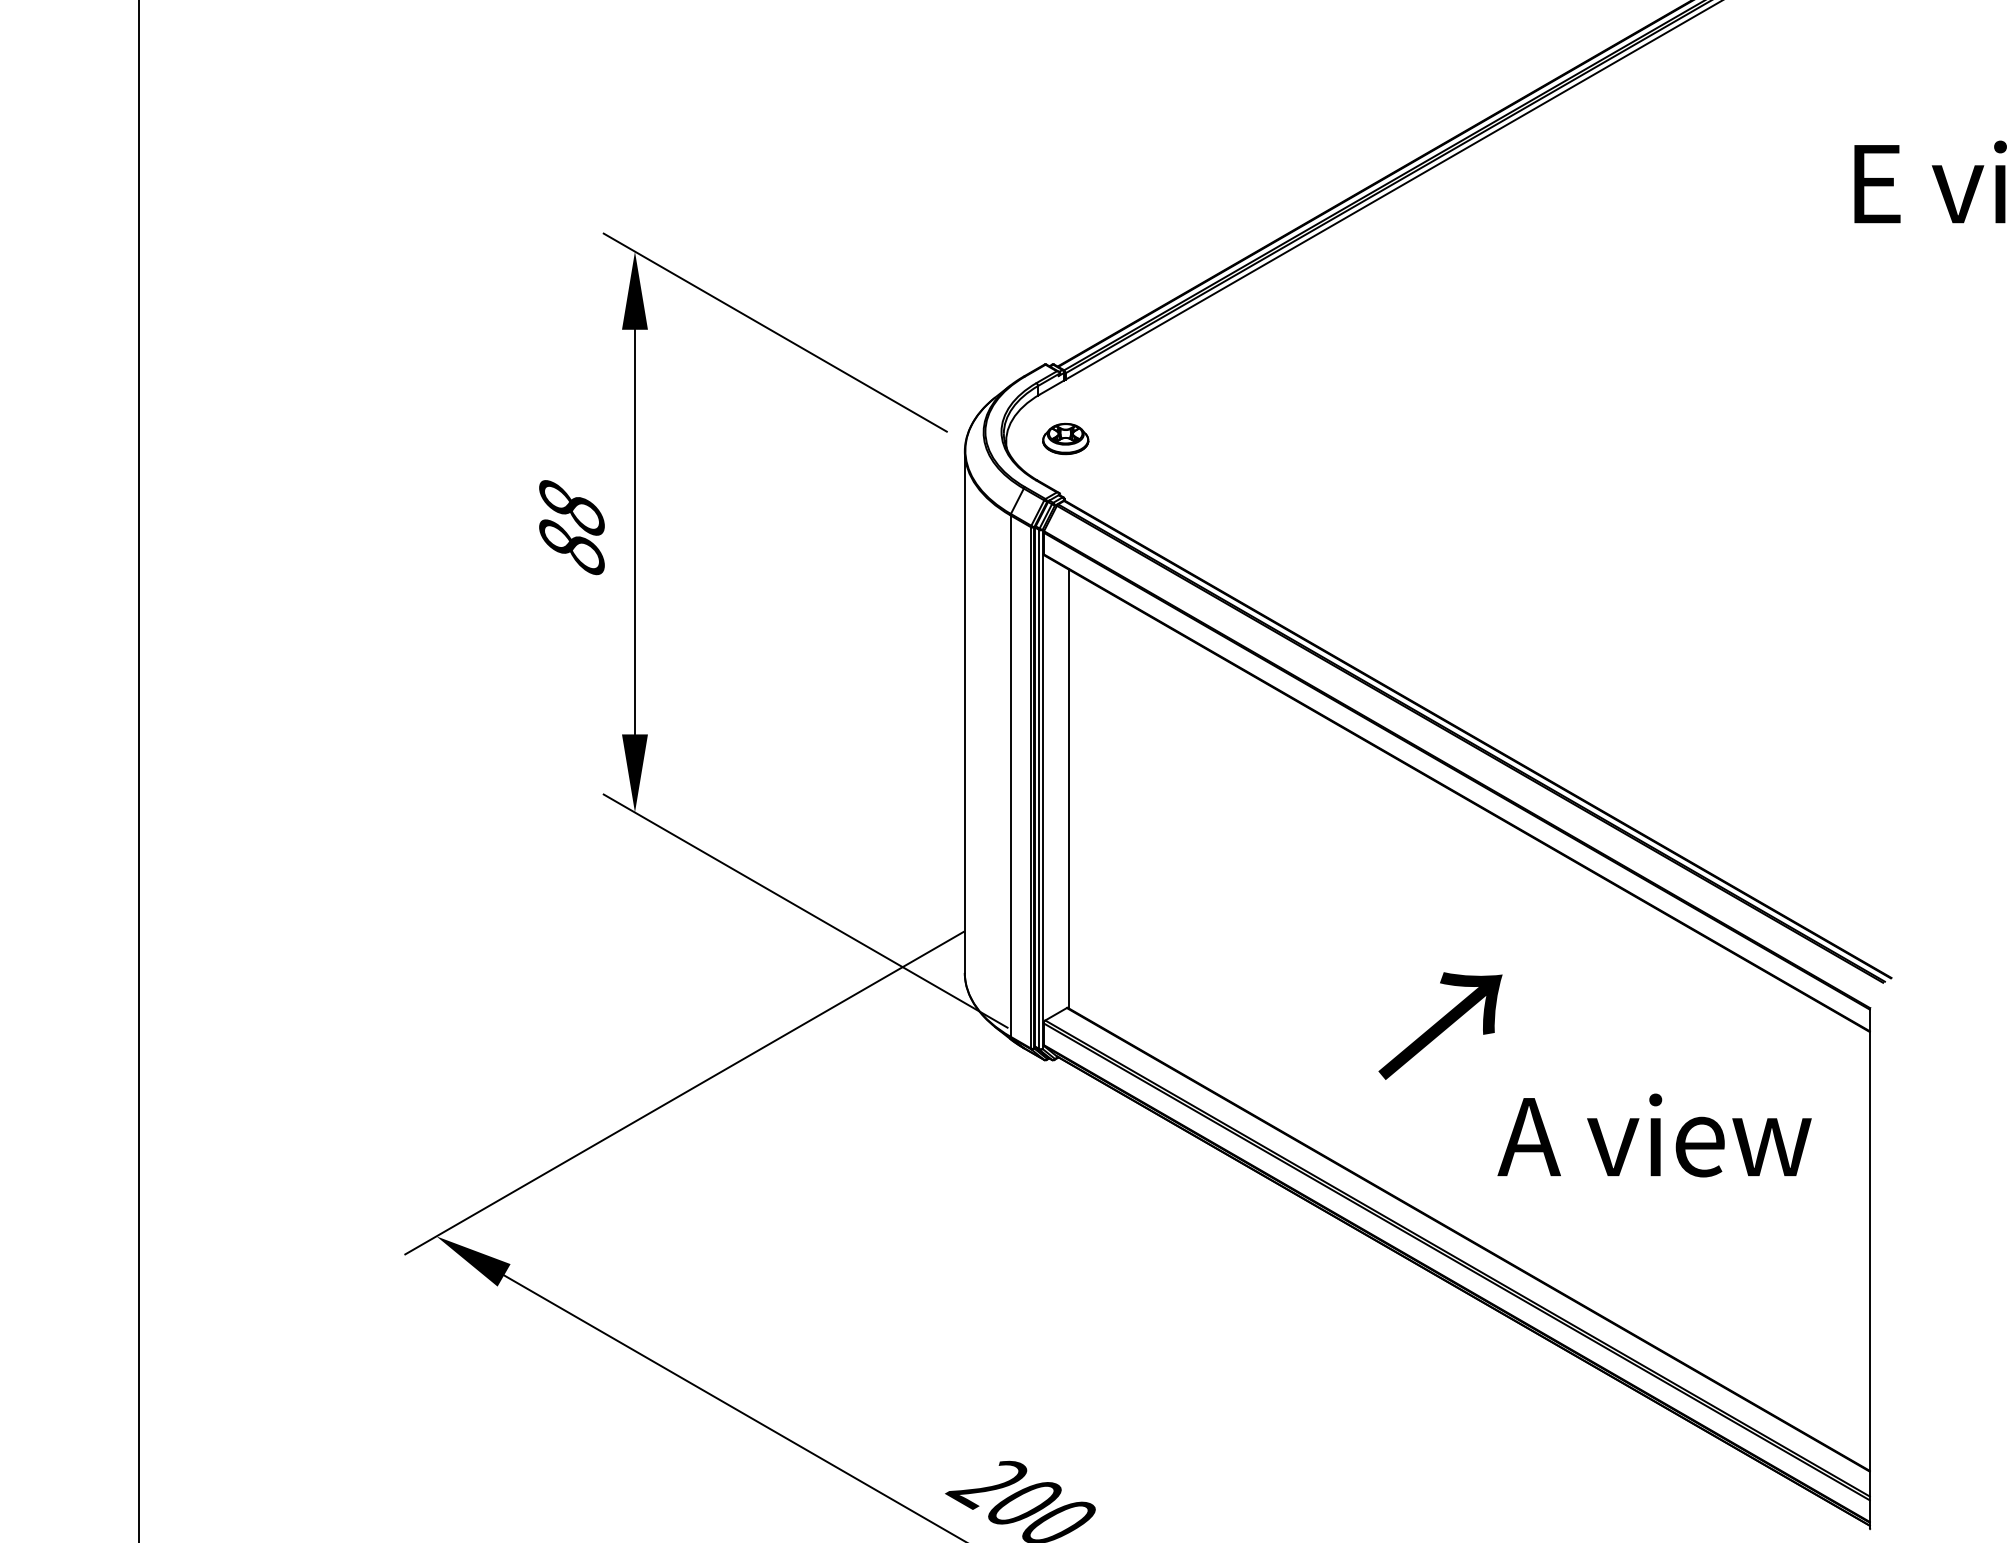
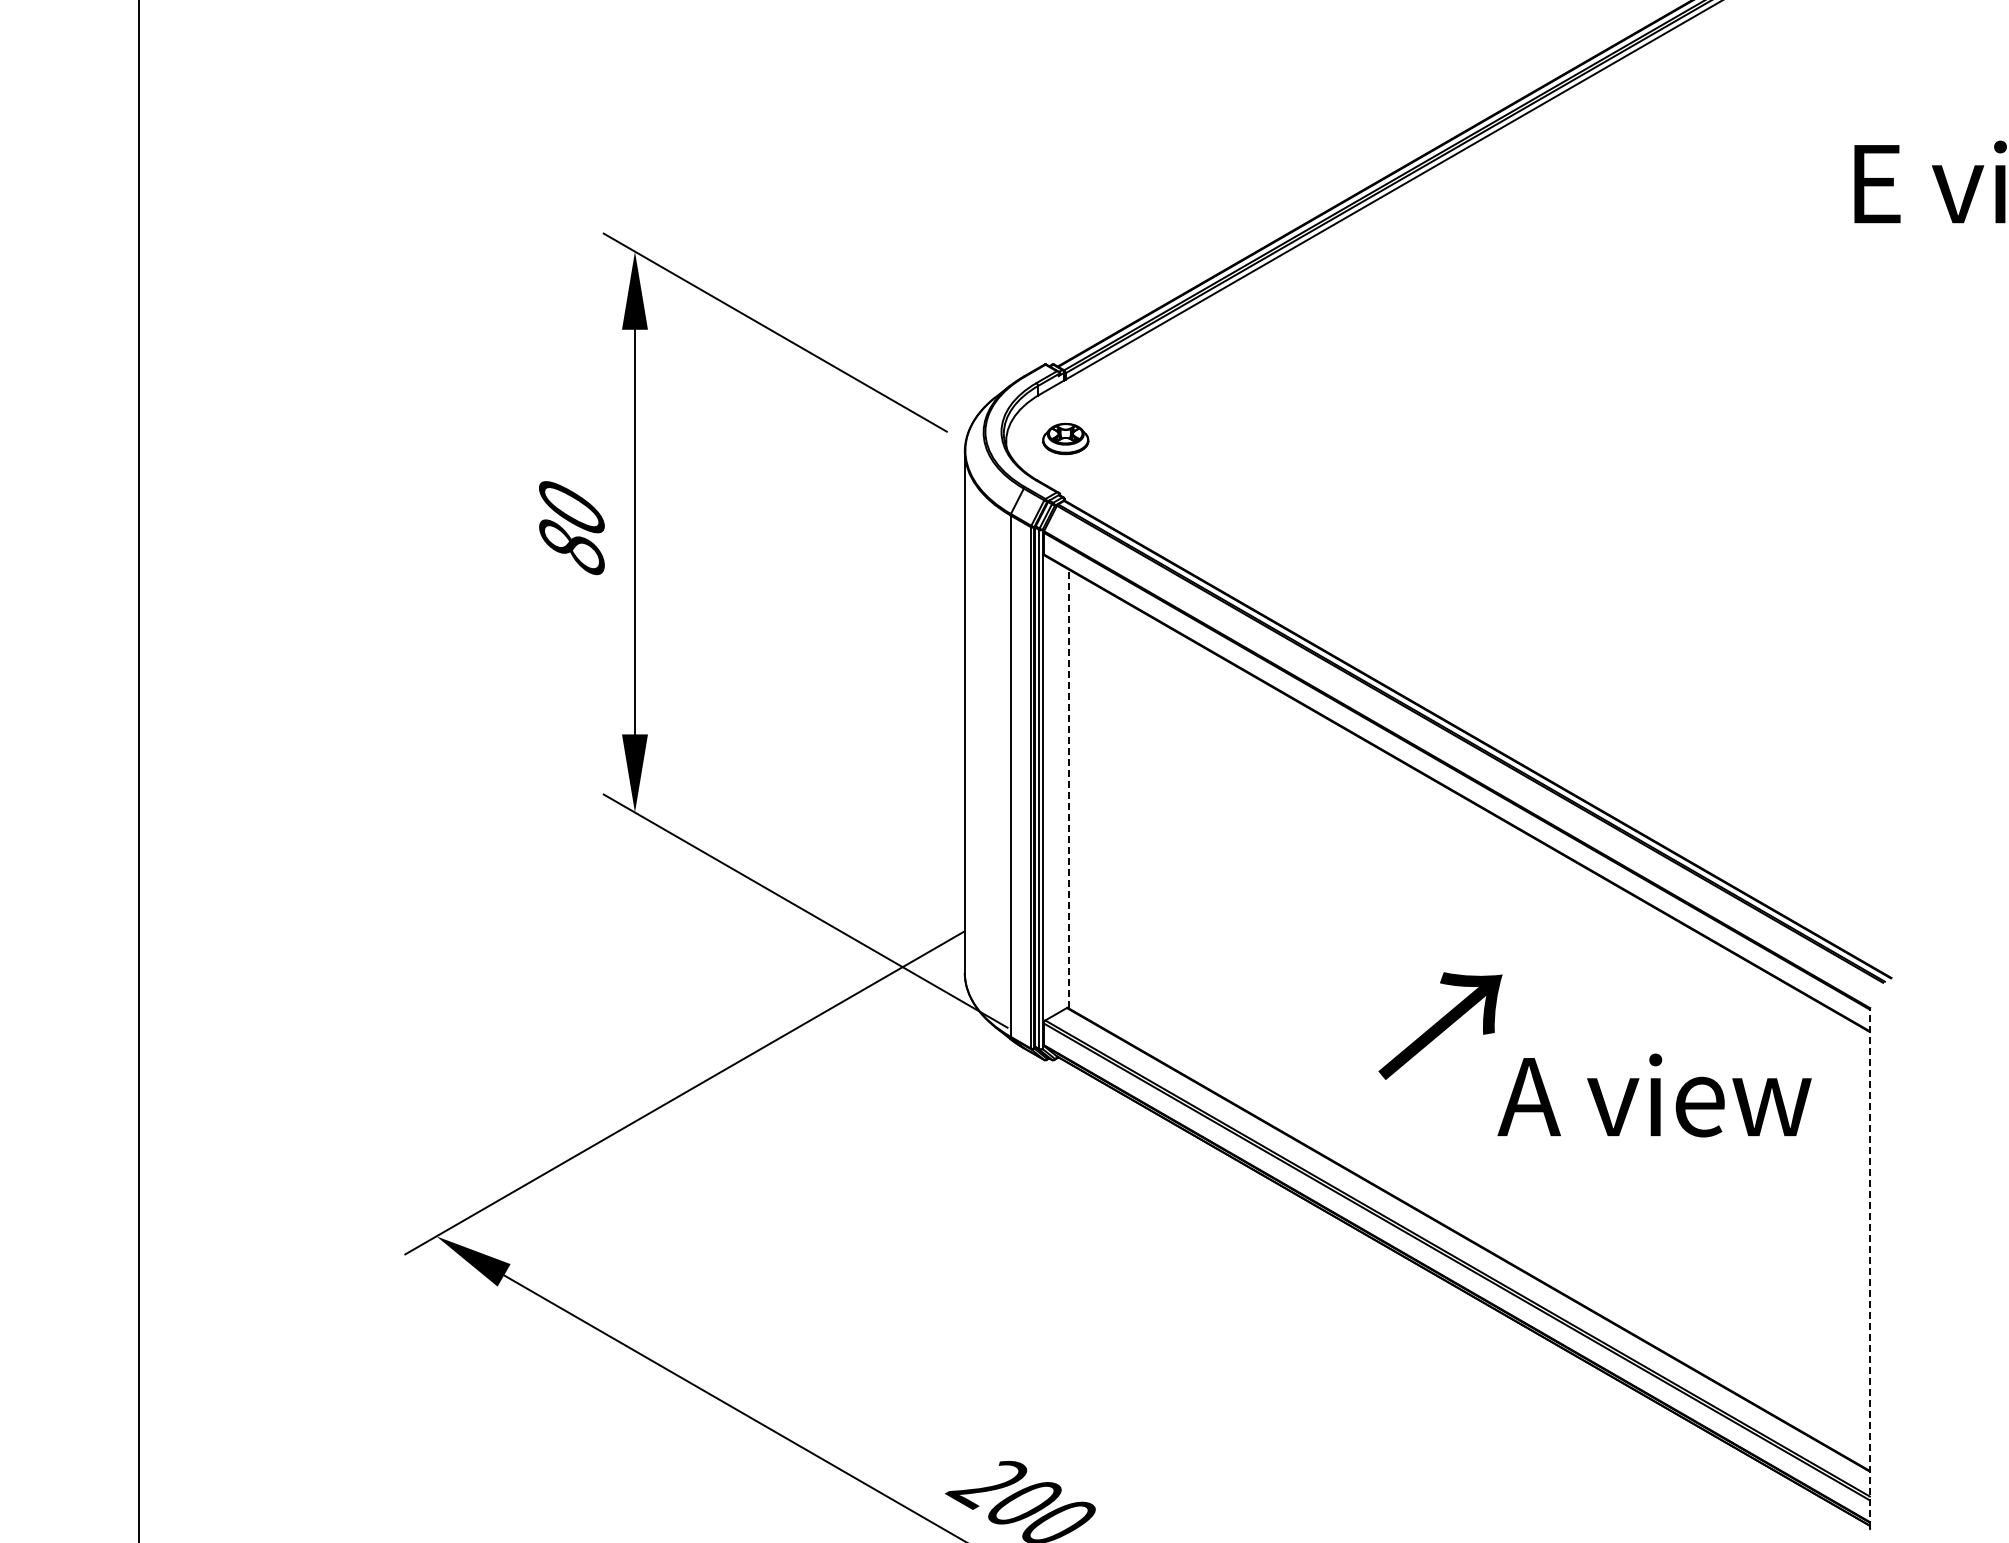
text at (571, 507): 88 -> 80
line at (1068, 788): solid -> dashed
text at (1654, 1135) position: (1654, 1135) -> (1654, 1095)
line at (1869, 1267): solid -> dashed
